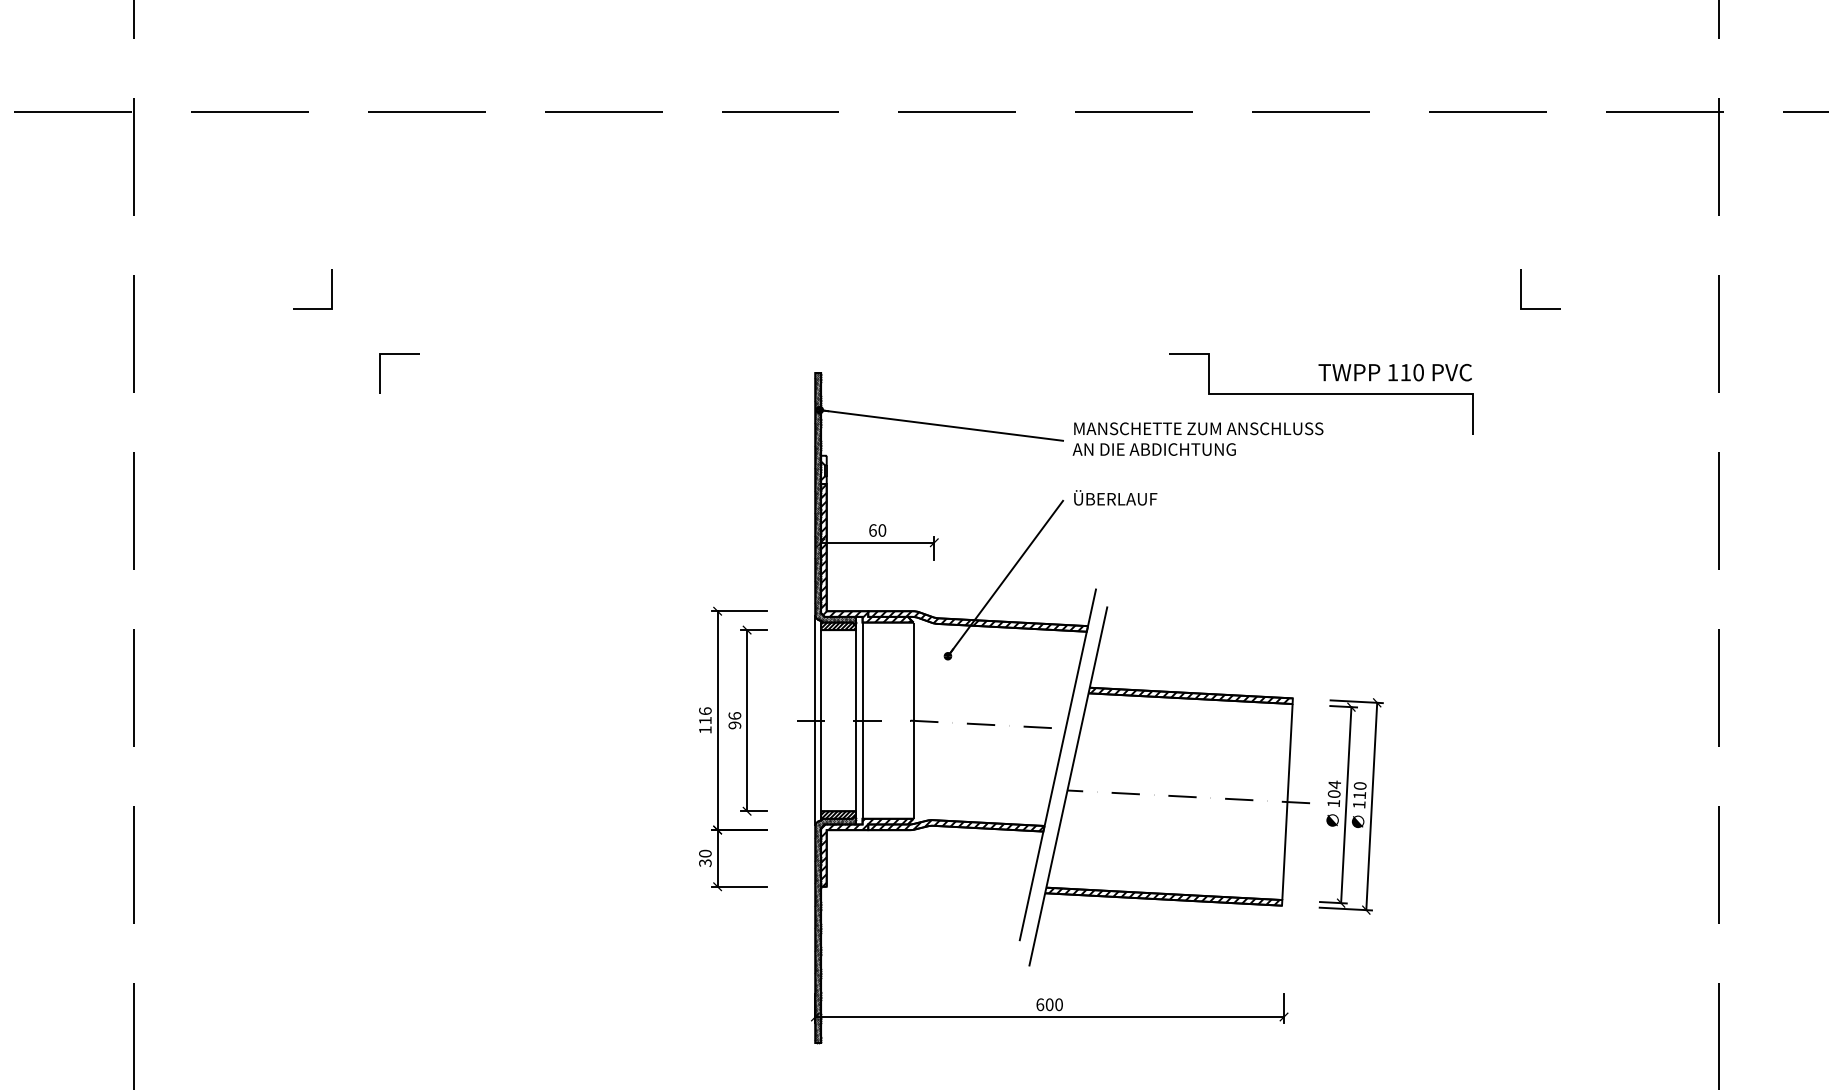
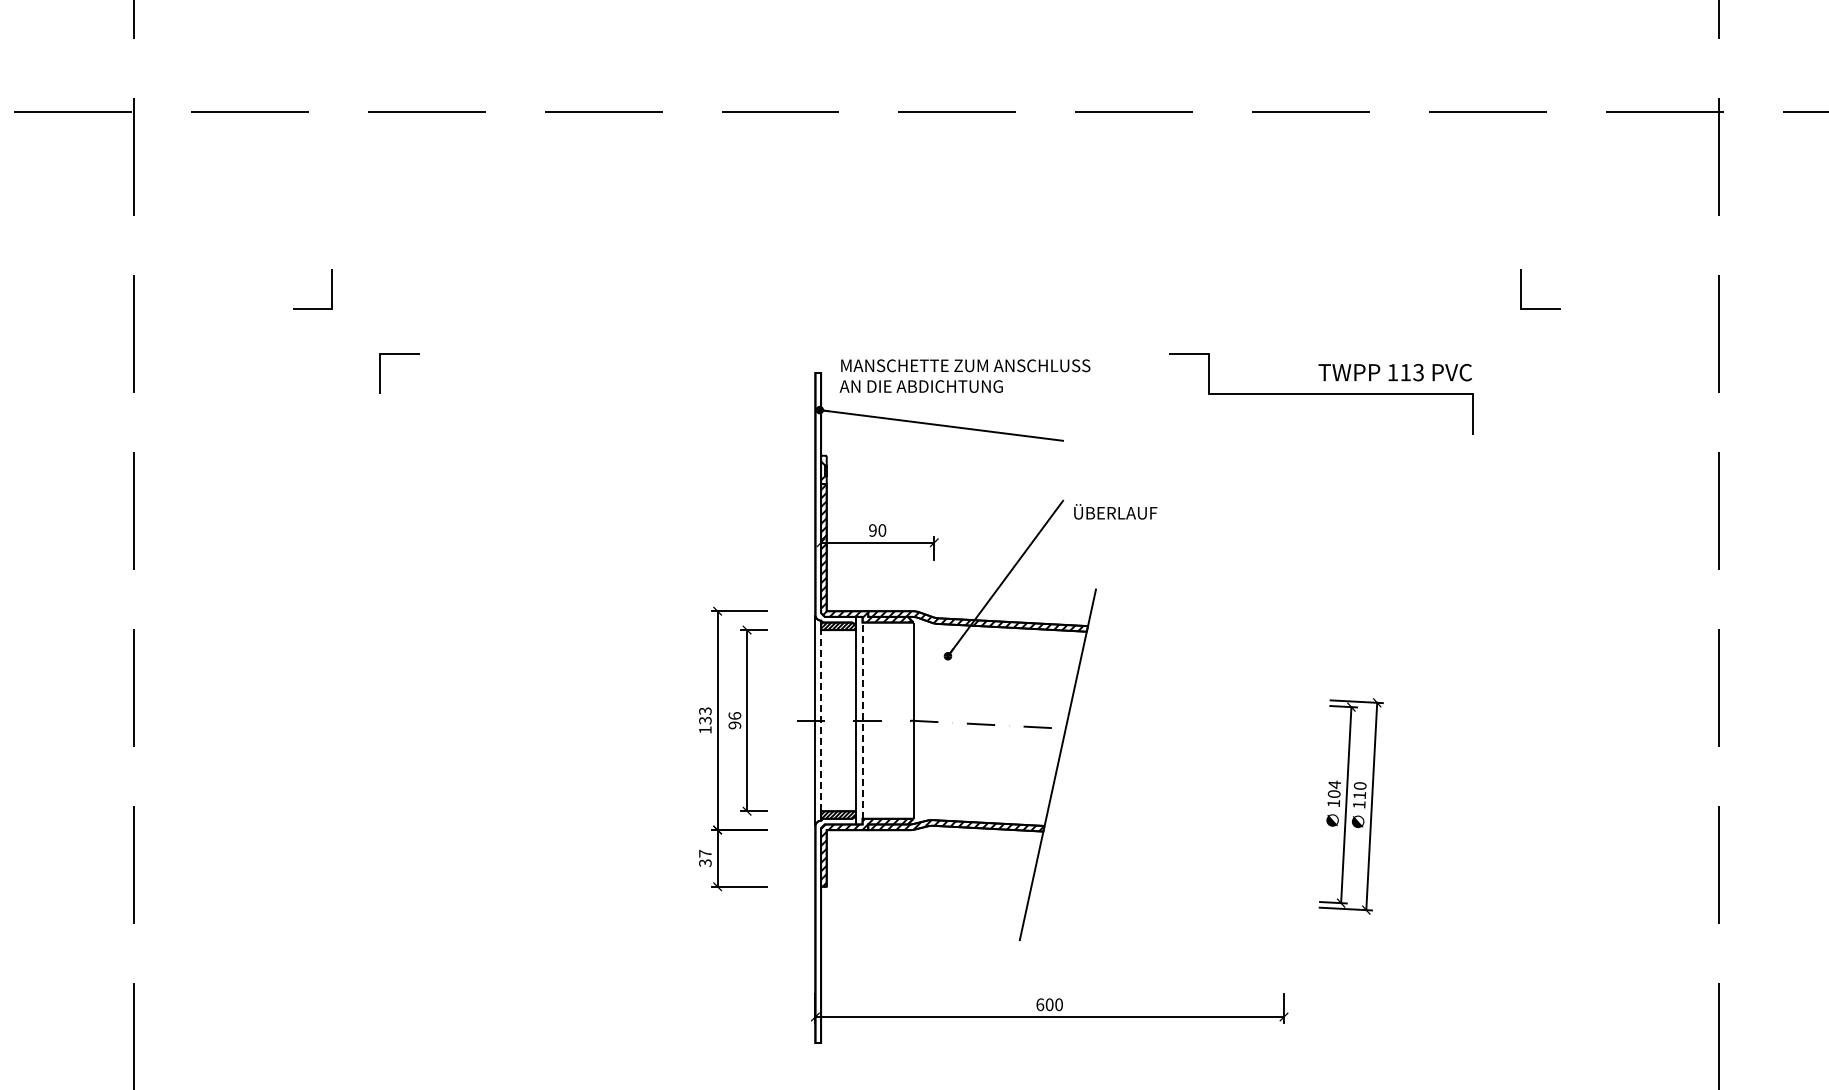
text at (1418, 372): 110 -> 113
text at (1197, 438) position: (1197, 438) -> (964, 375)
text at (1115, 497) position: (1115, 497) -> (1115, 511)
hatch at (835, 498): present -> none
text at (872, 530): 60 -> 90
text at (705, 715): 116 -> 133
line at (821, 720): solid -> dashed
line at (862, 720): solid -> dashed
part at (1168, 786): present -> none
text at (705, 853): 30 -> 37
hatch at (835, 930): present -> none
